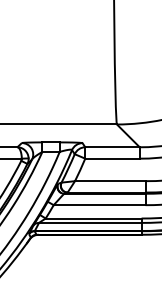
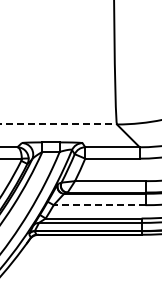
line at (59, 124): solid -> dashed
line at (99, 205): solid -> dashed
